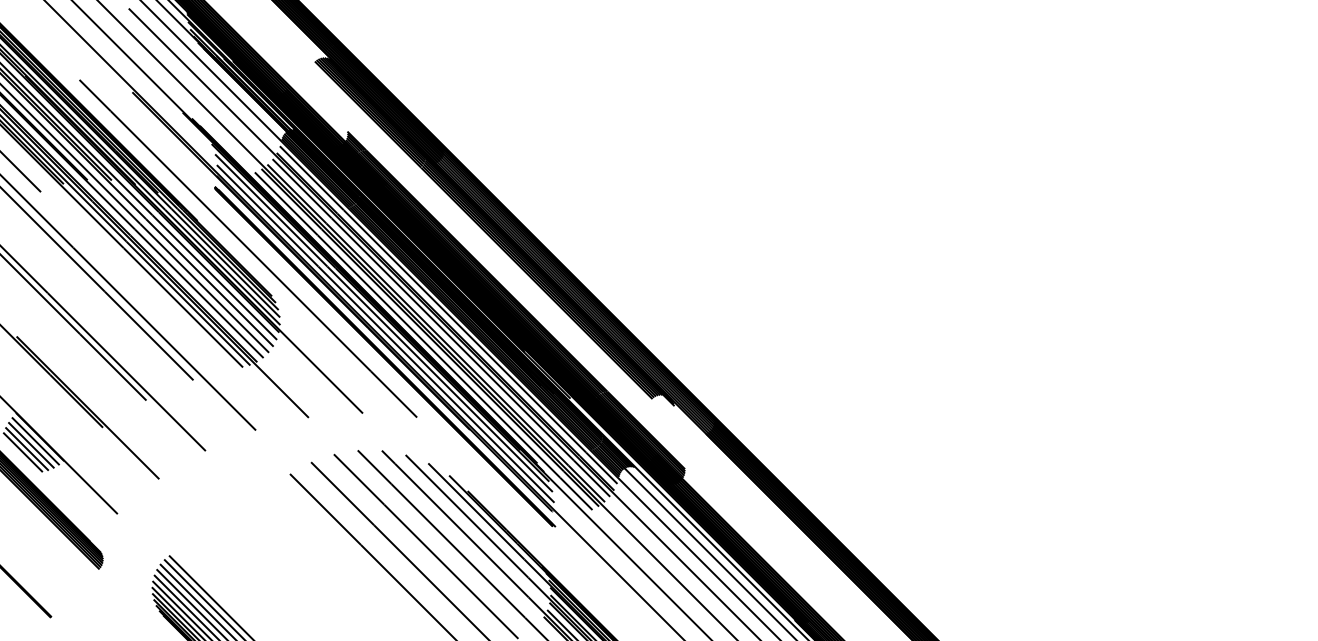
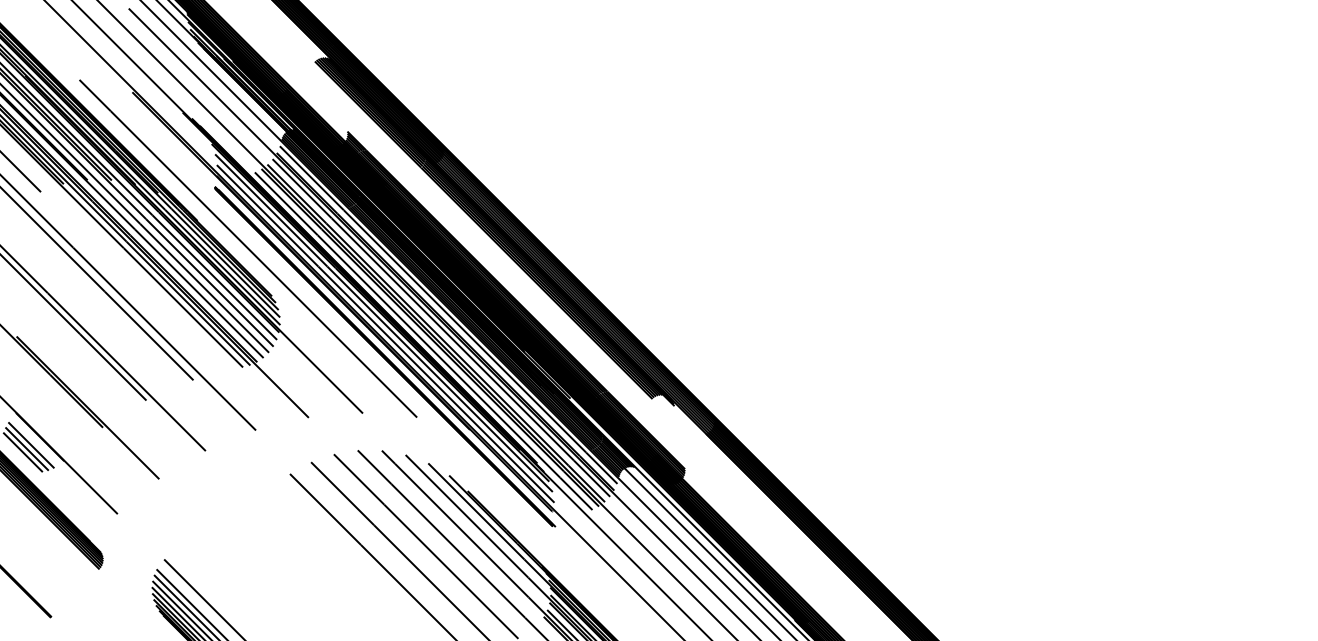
line at (35, 441): present -> none
line at (210, 596): present -> none
line at (196, 600): present -> none
